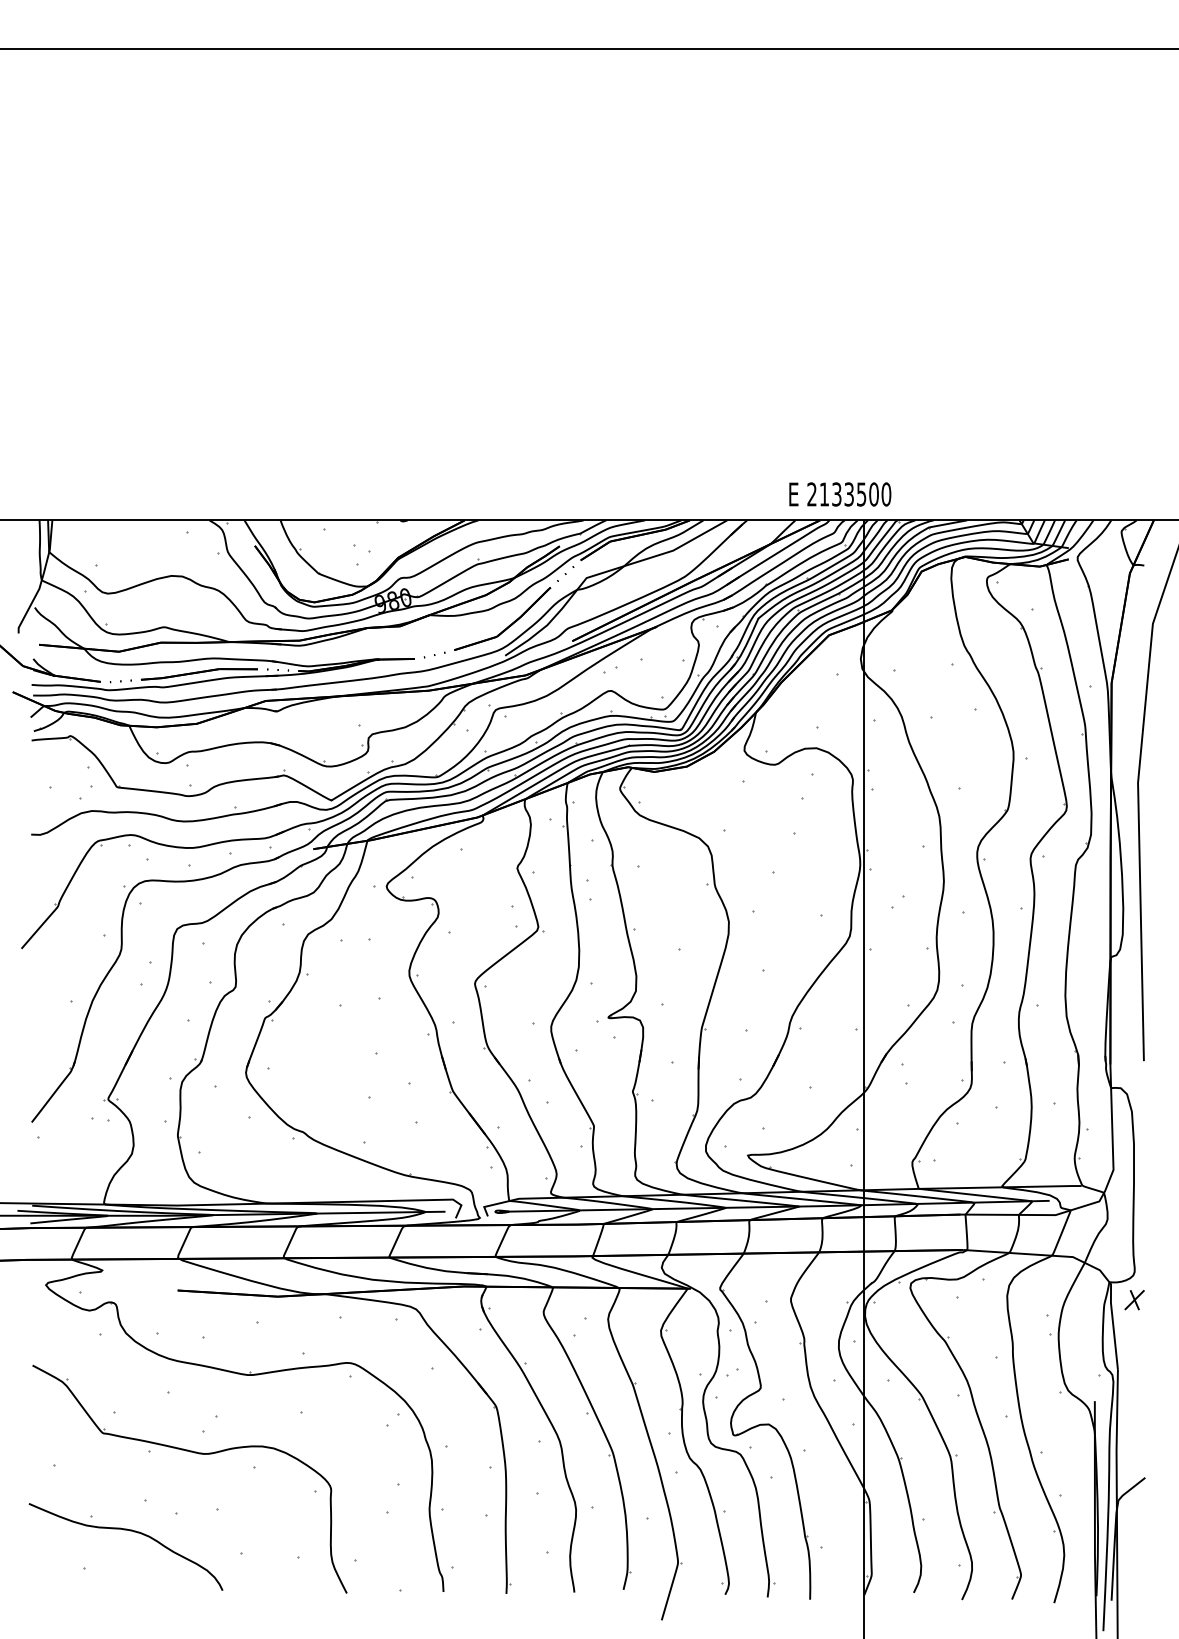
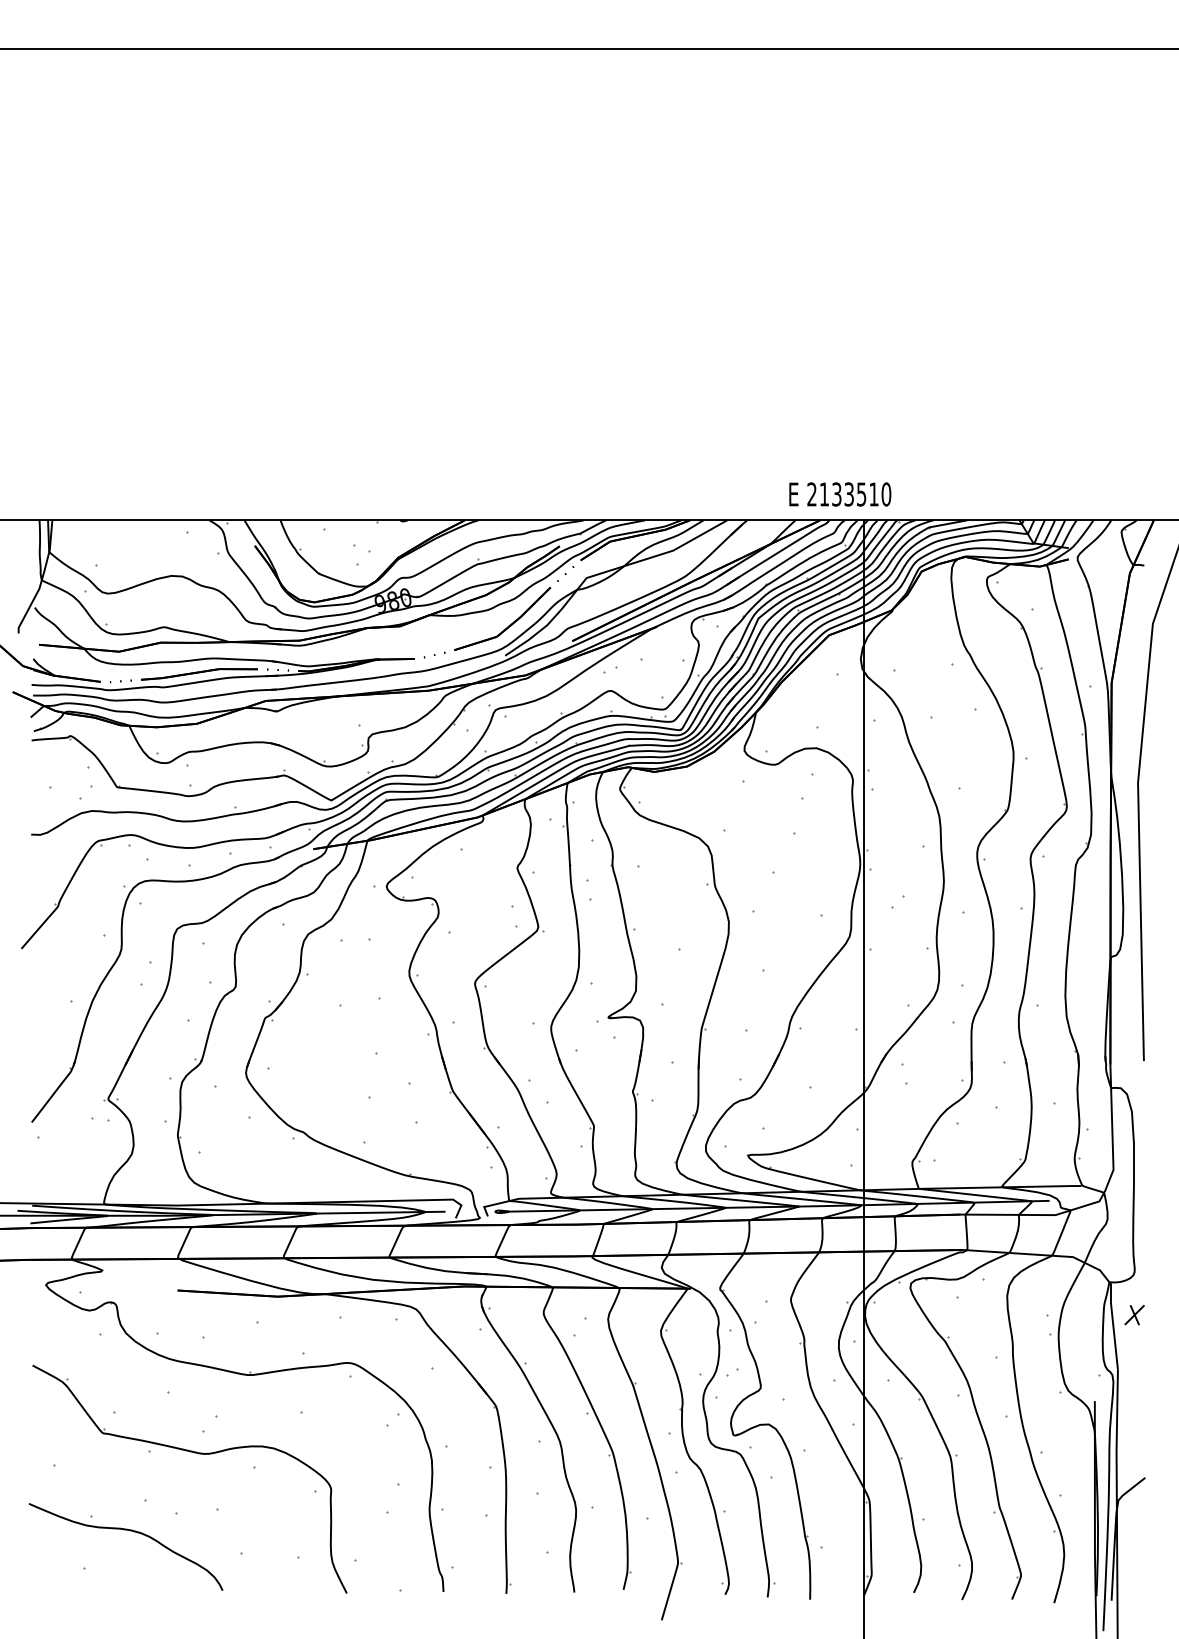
text at (873, 494): 2133500 -> 2133510
part at (1134, 1300) position: (1134, 1300) -> (1134, 1315)
